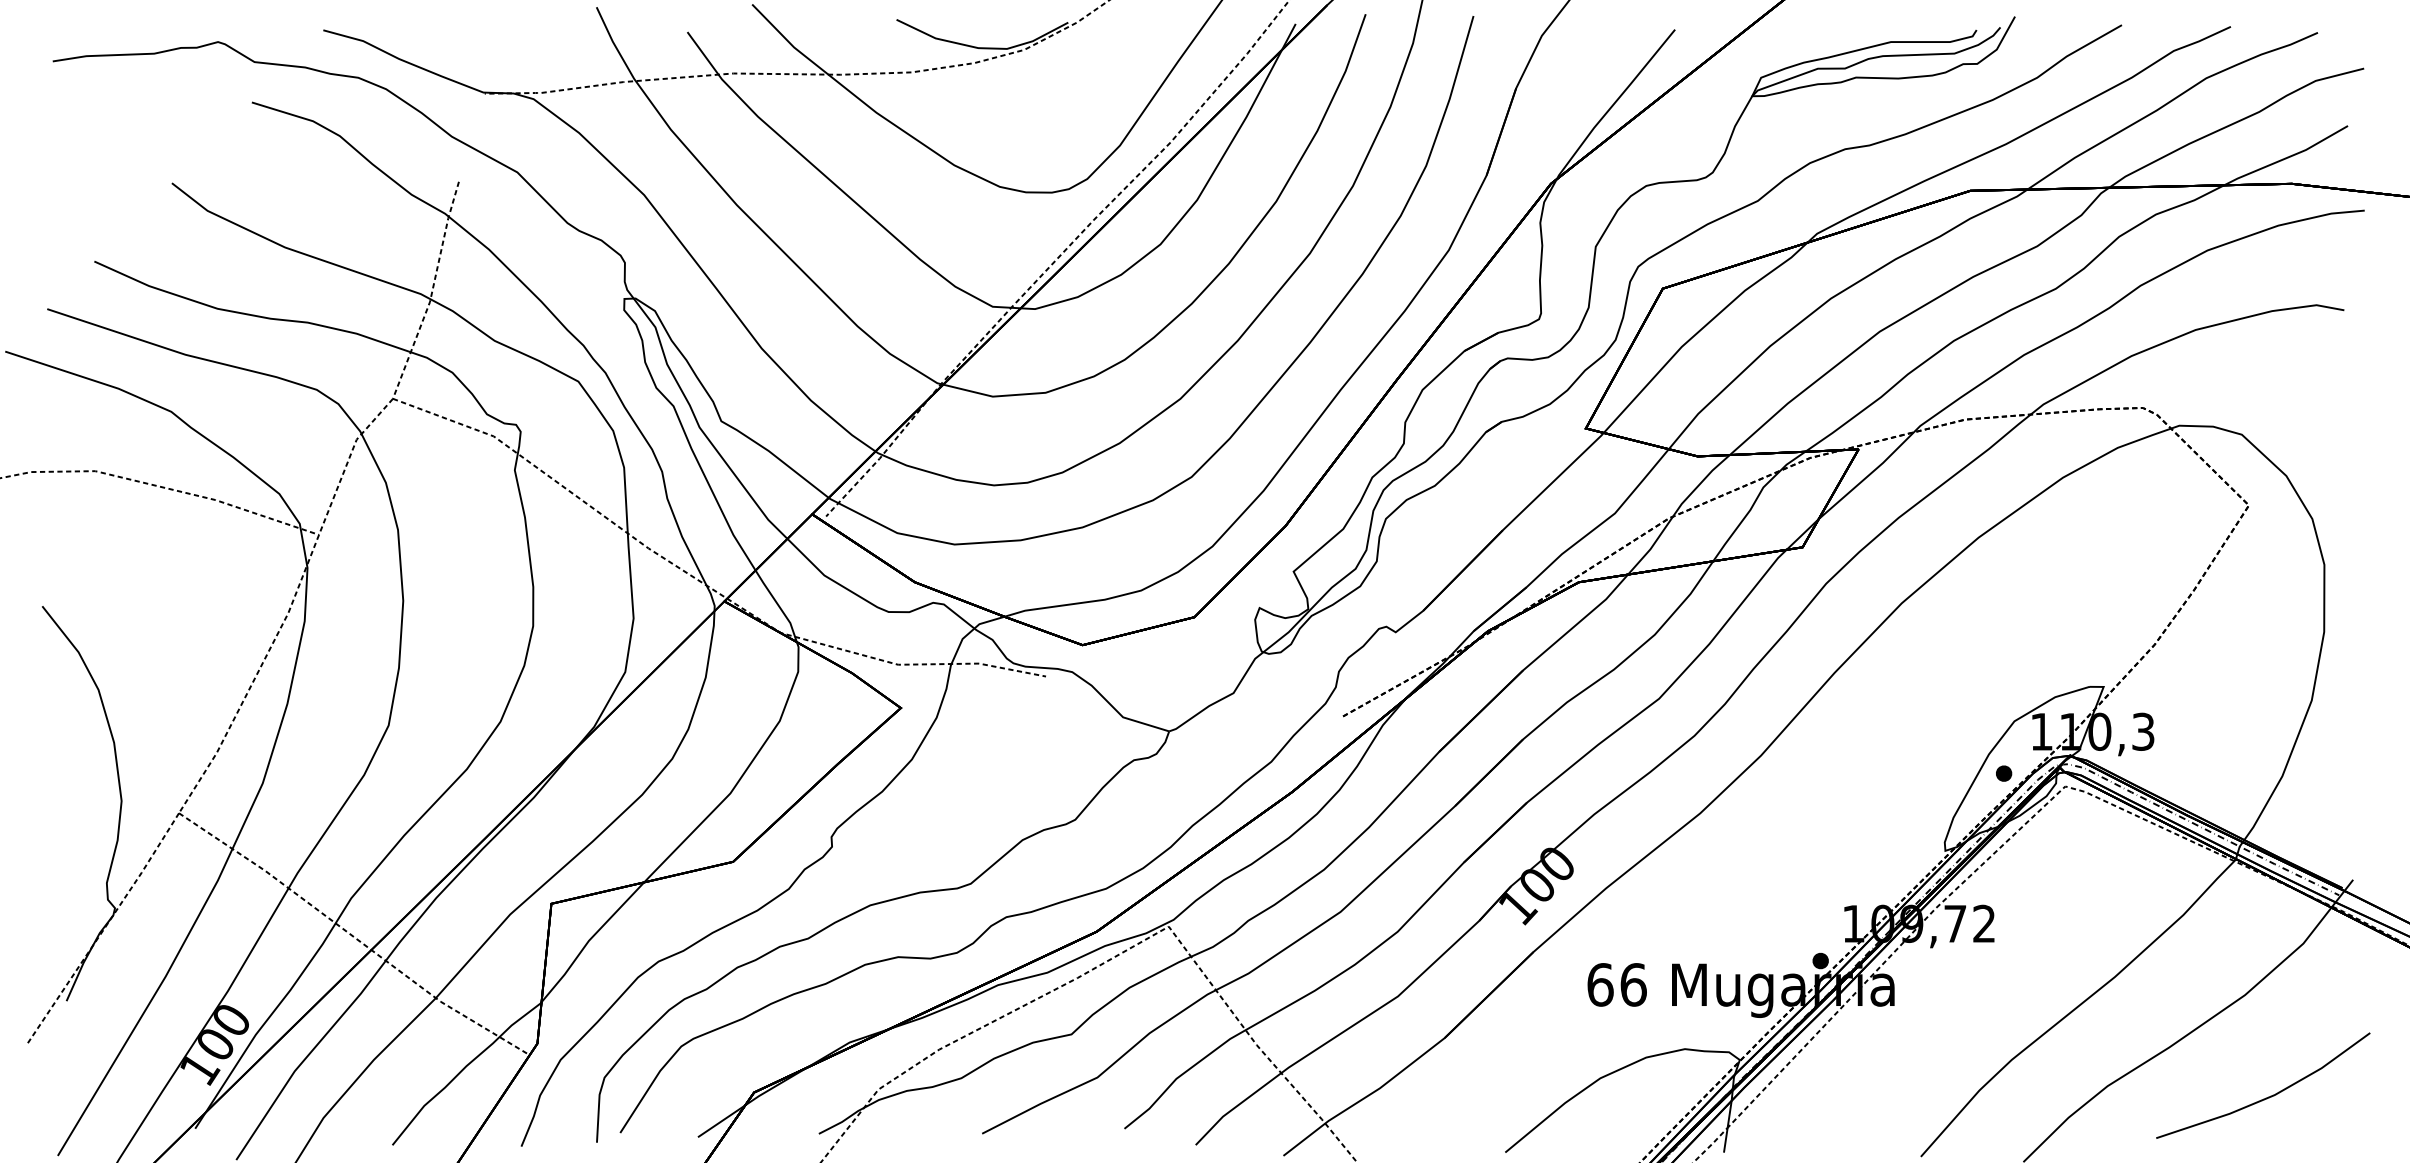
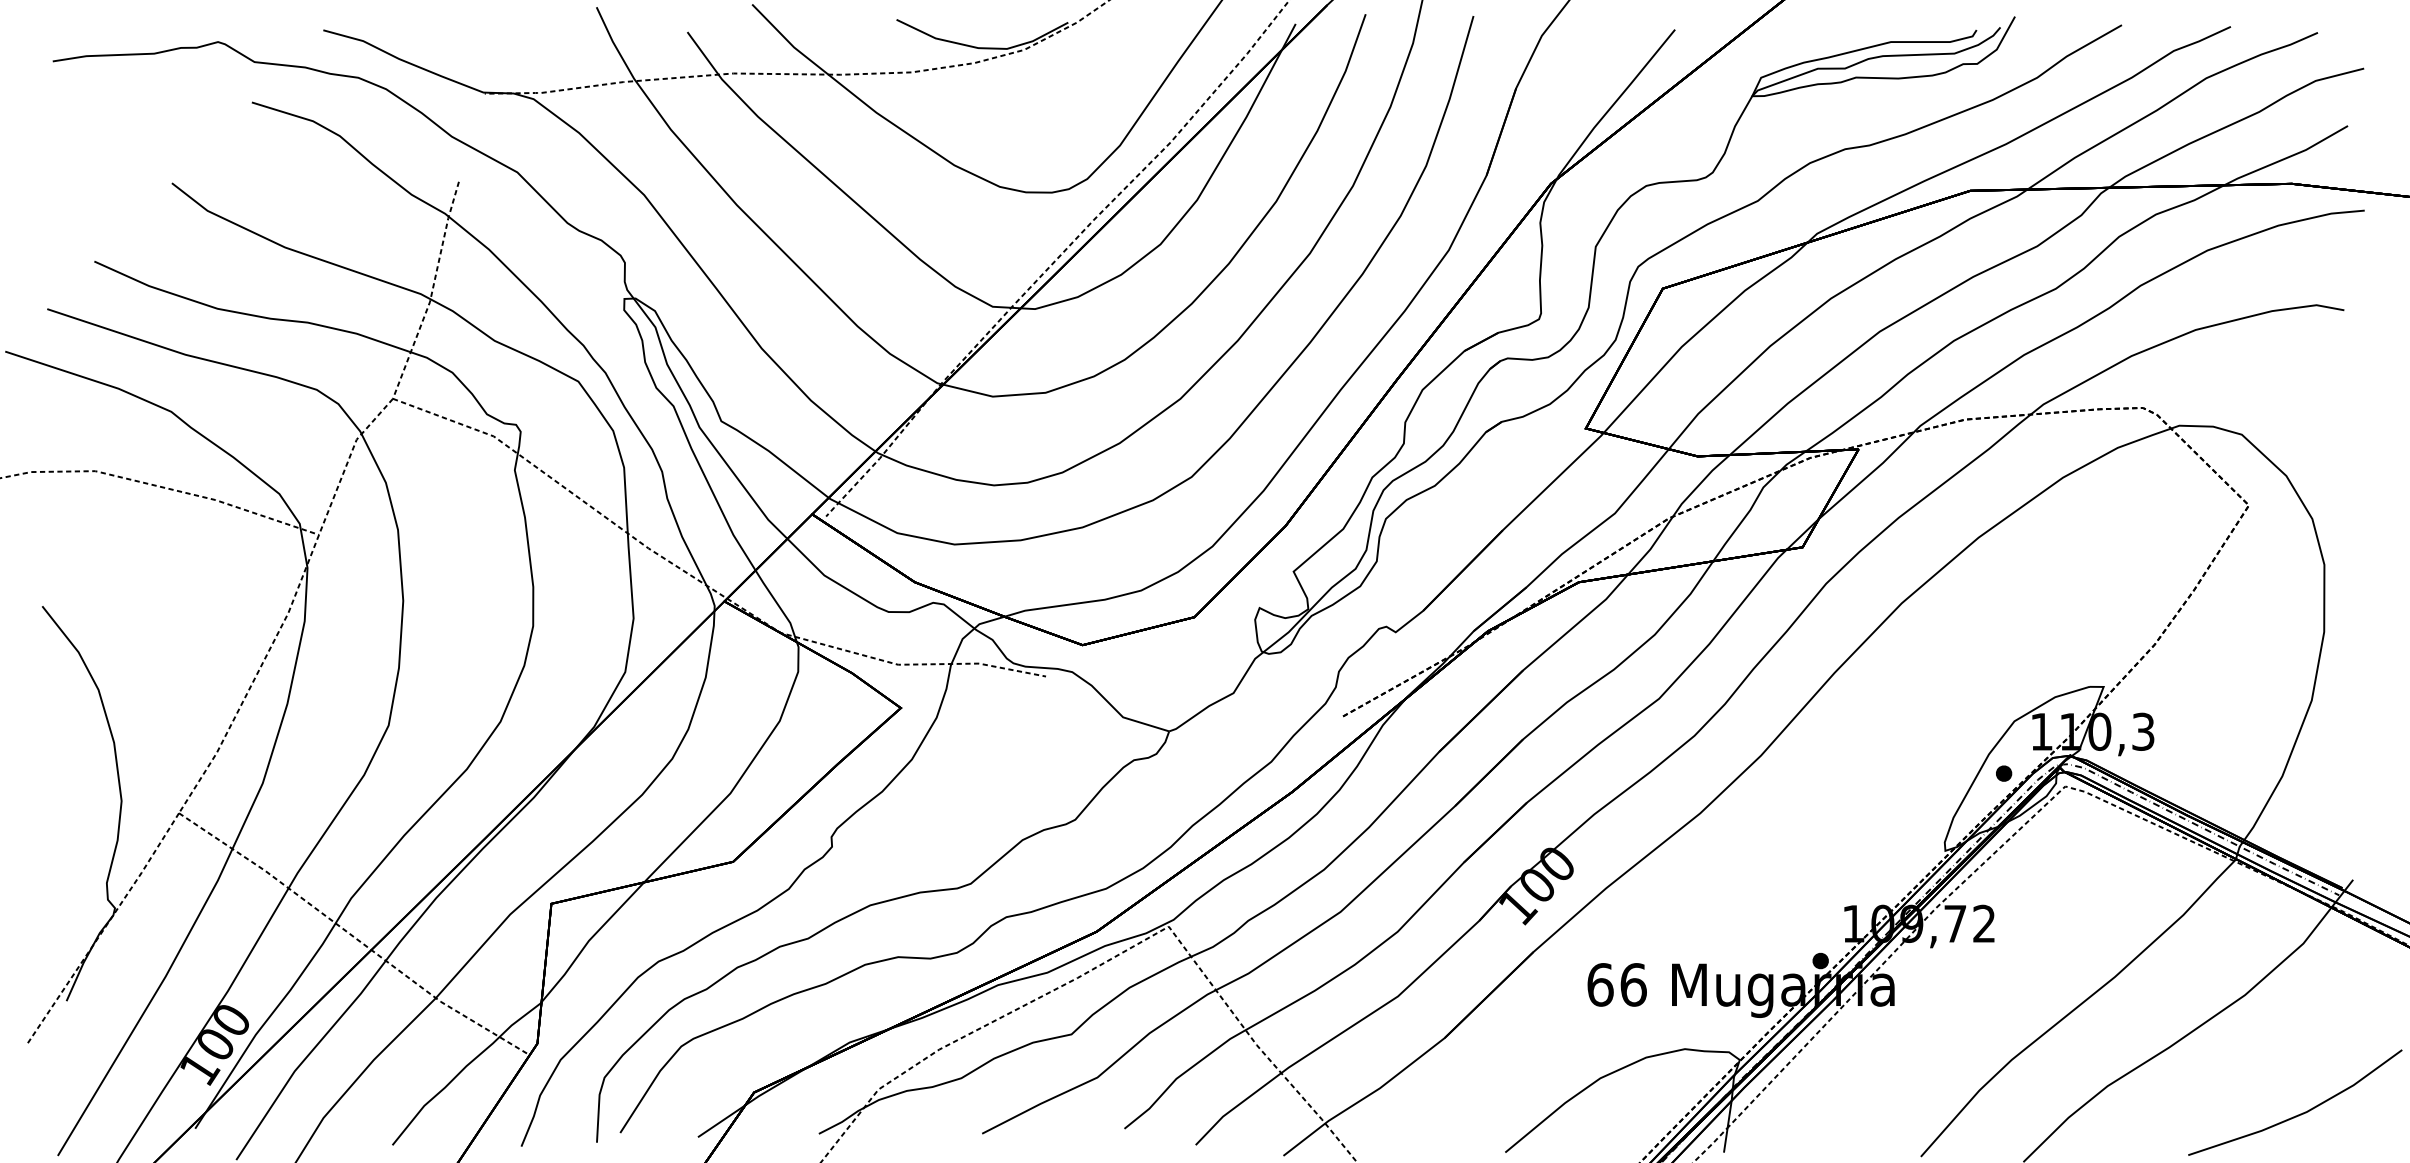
line at (2268, 1096) position: (2268, 1096) -> (2300, 1113)
